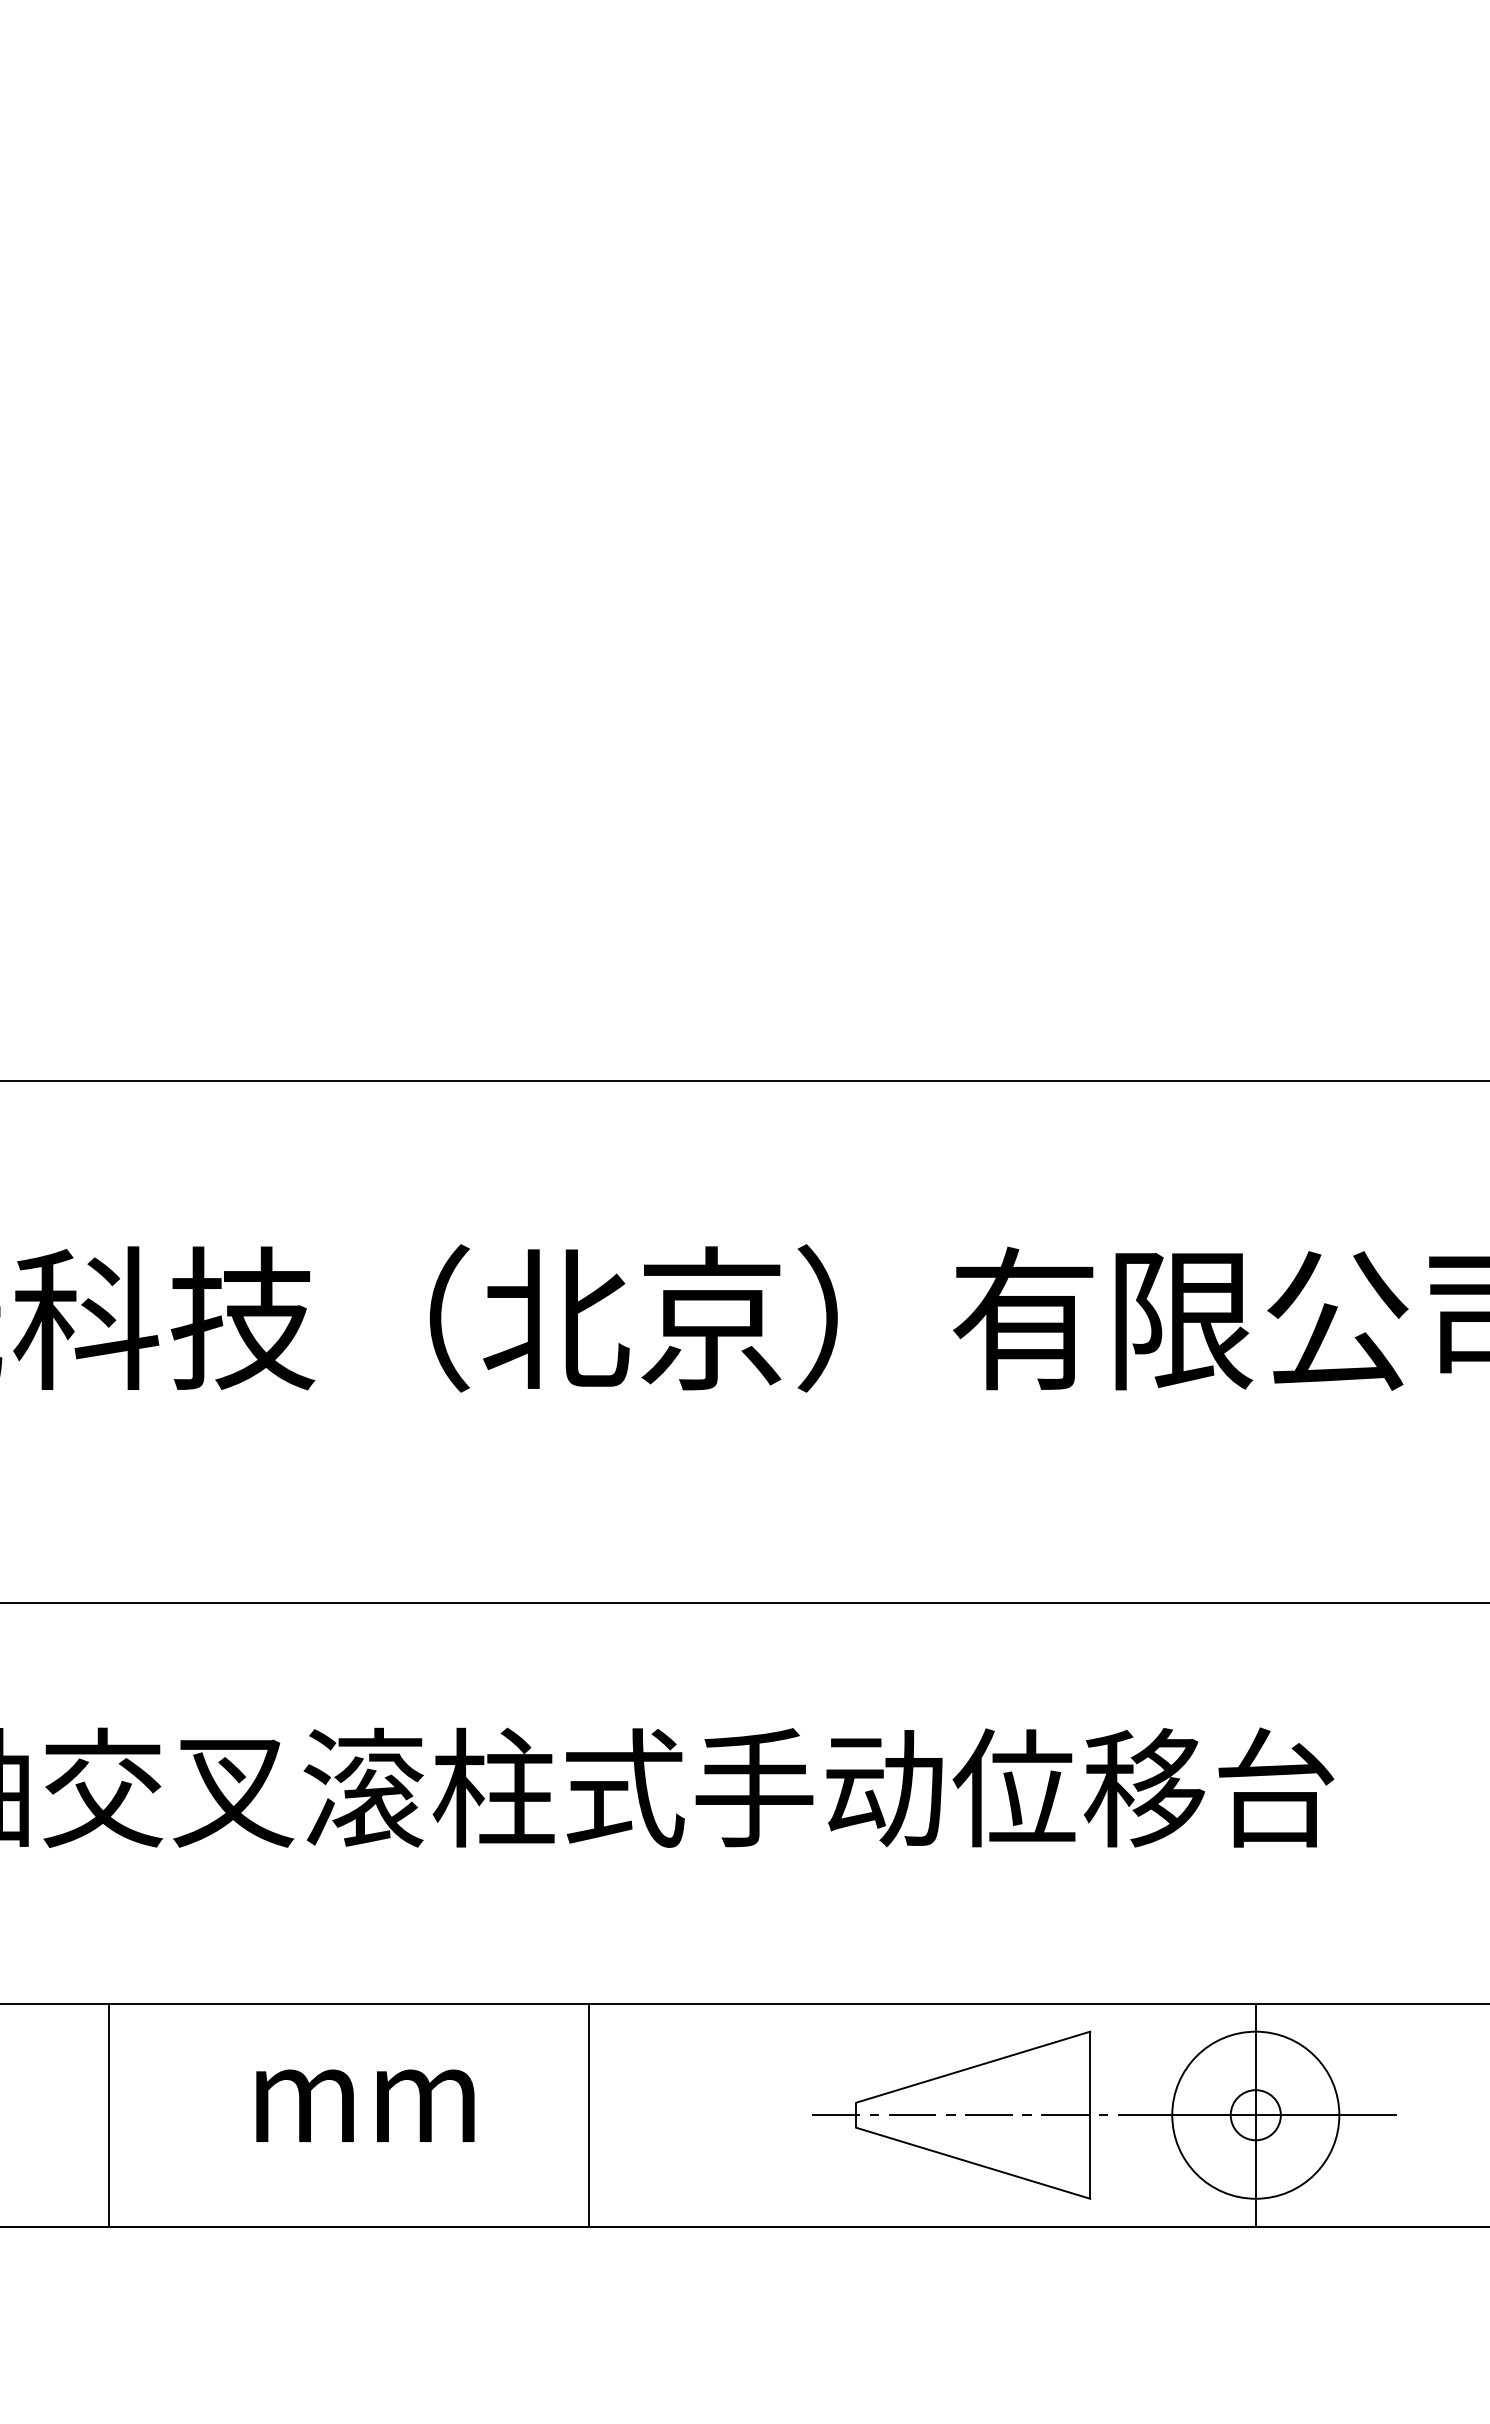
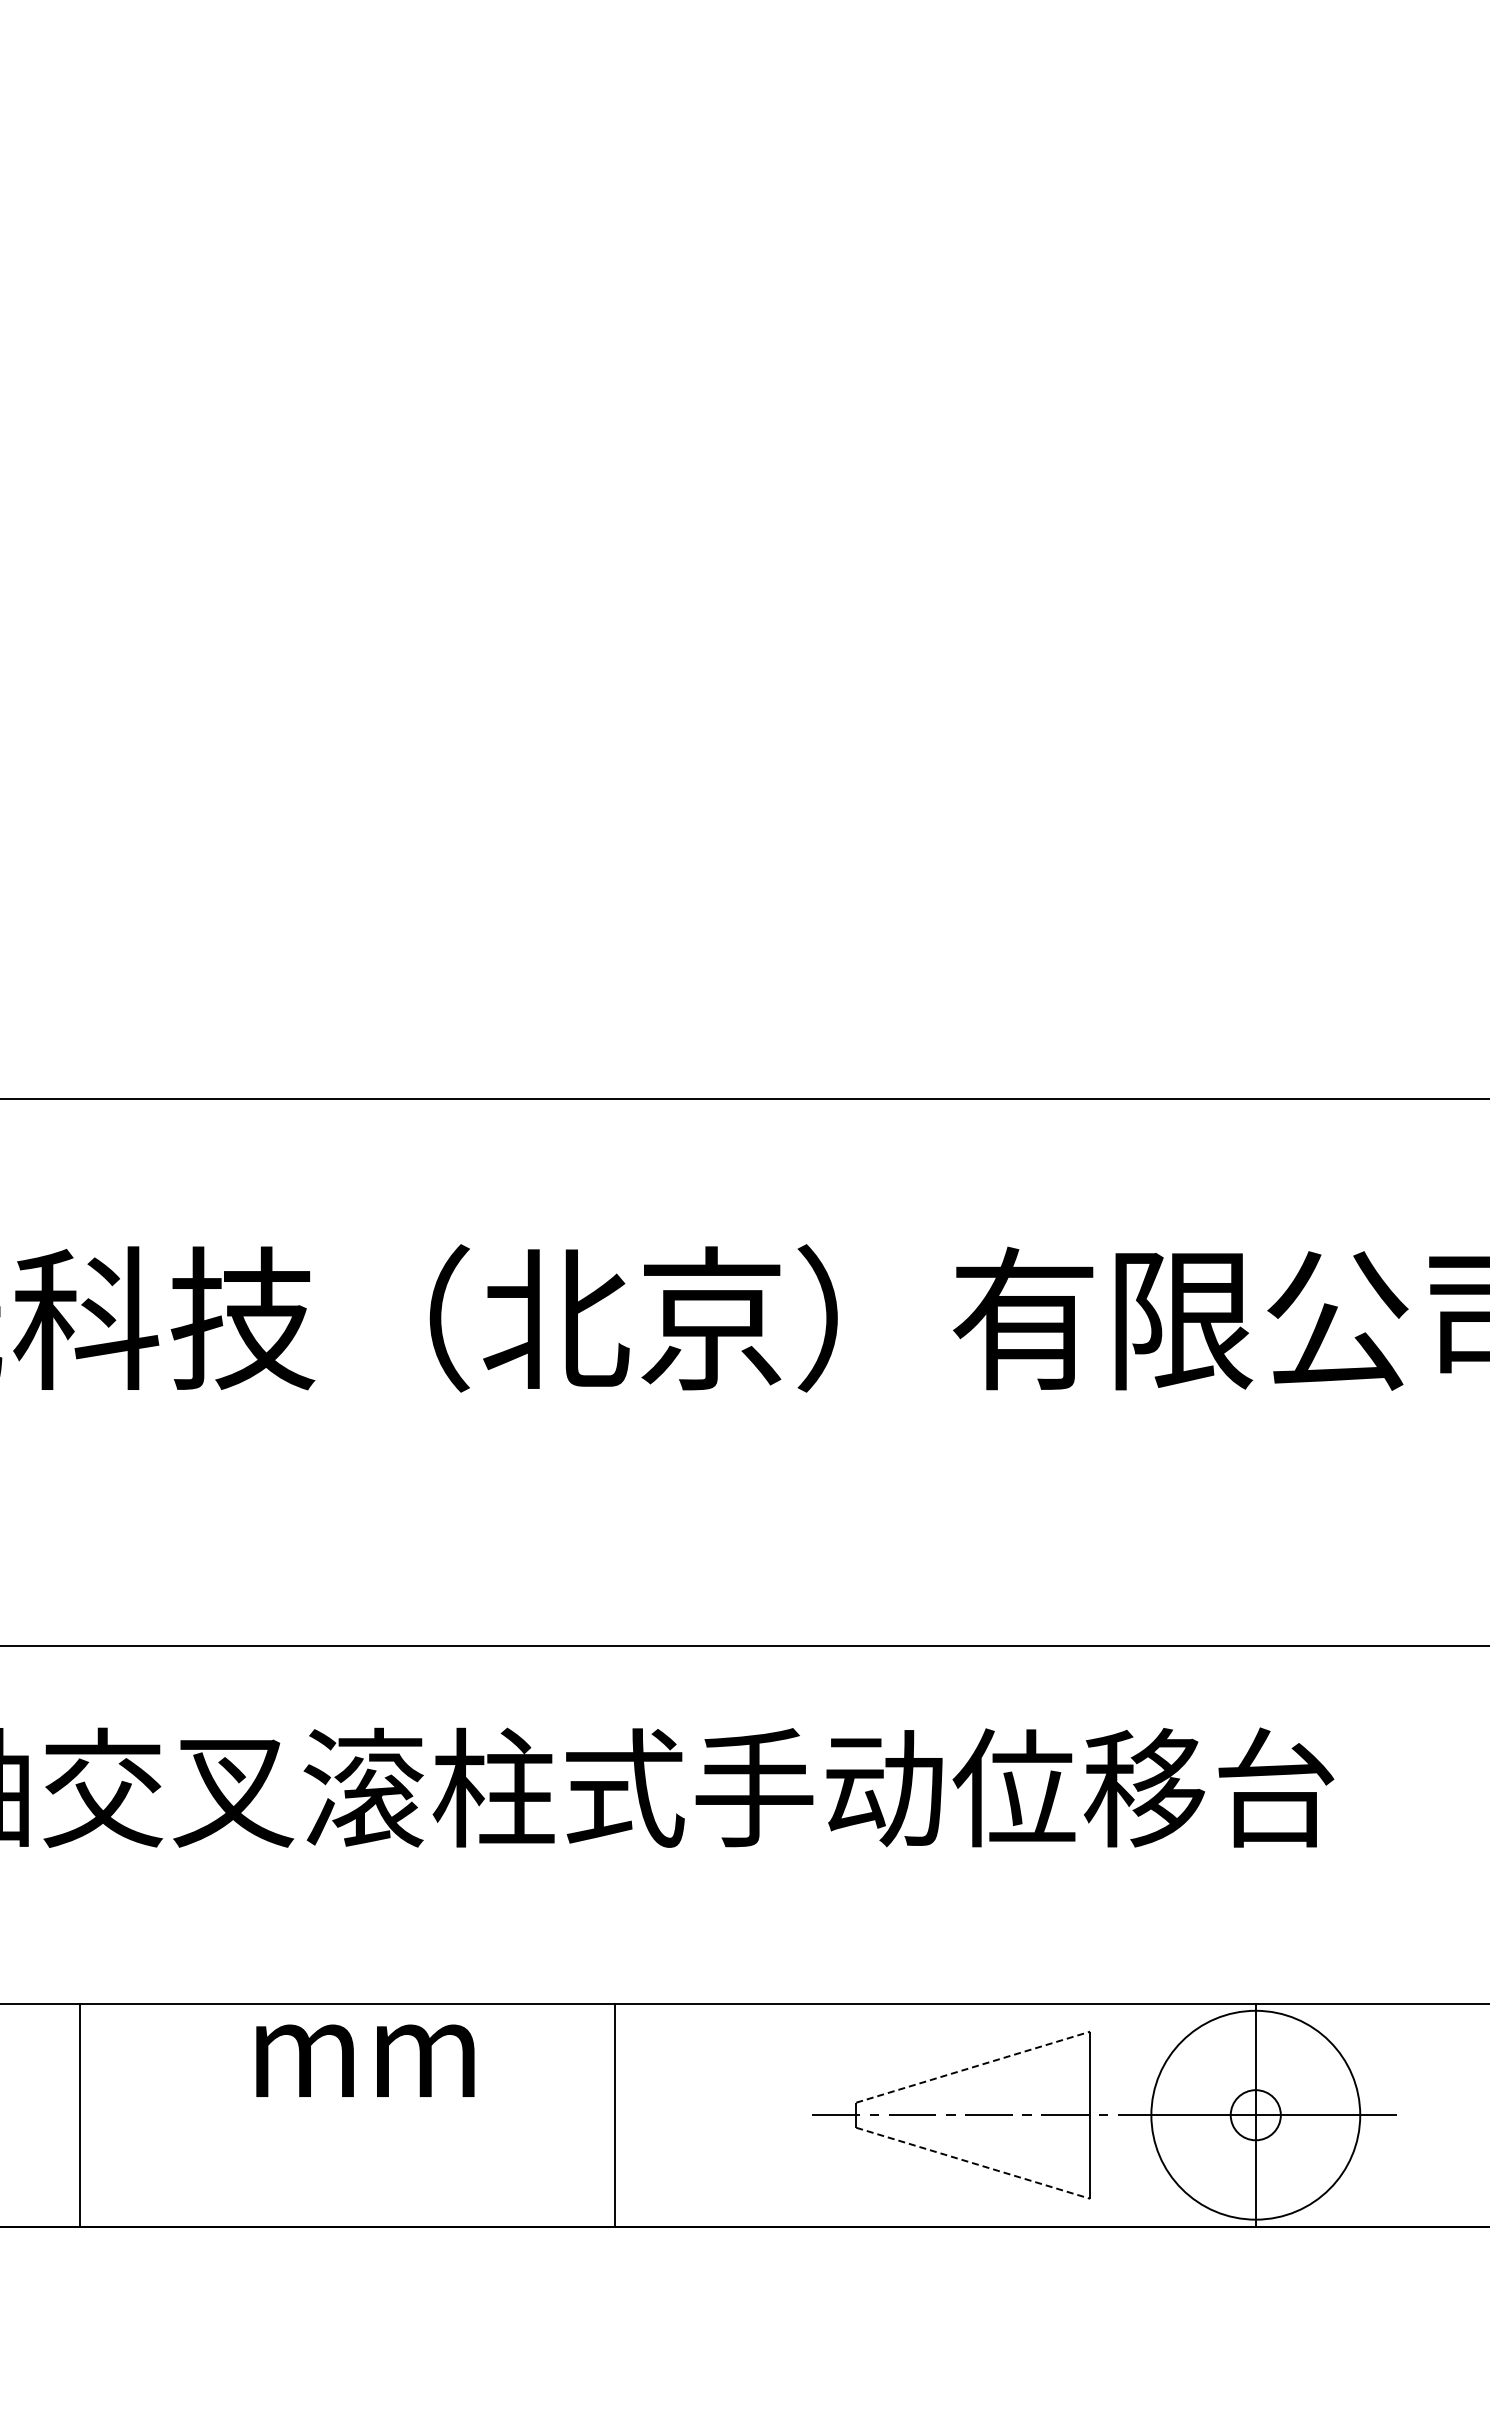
line at (744, 1081) position: (744, 1081) -> (744, 1099)
line at (744, 1602) position: (744, 1602) -> (744, 1645)
line at (973, 2067): solid -> dashed
text at (365, 2105) position: (365, 2105) -> (365, 2060)
line at (109, 2114) position: (109, 2114) -> (80, 2114)
line at (589, 2114) position: (589, 2114) -> (615, 2114)
circle at (1255, 2114) diameter: 167 px -> 209 px
line at (973, 2163): solid -> dashed
